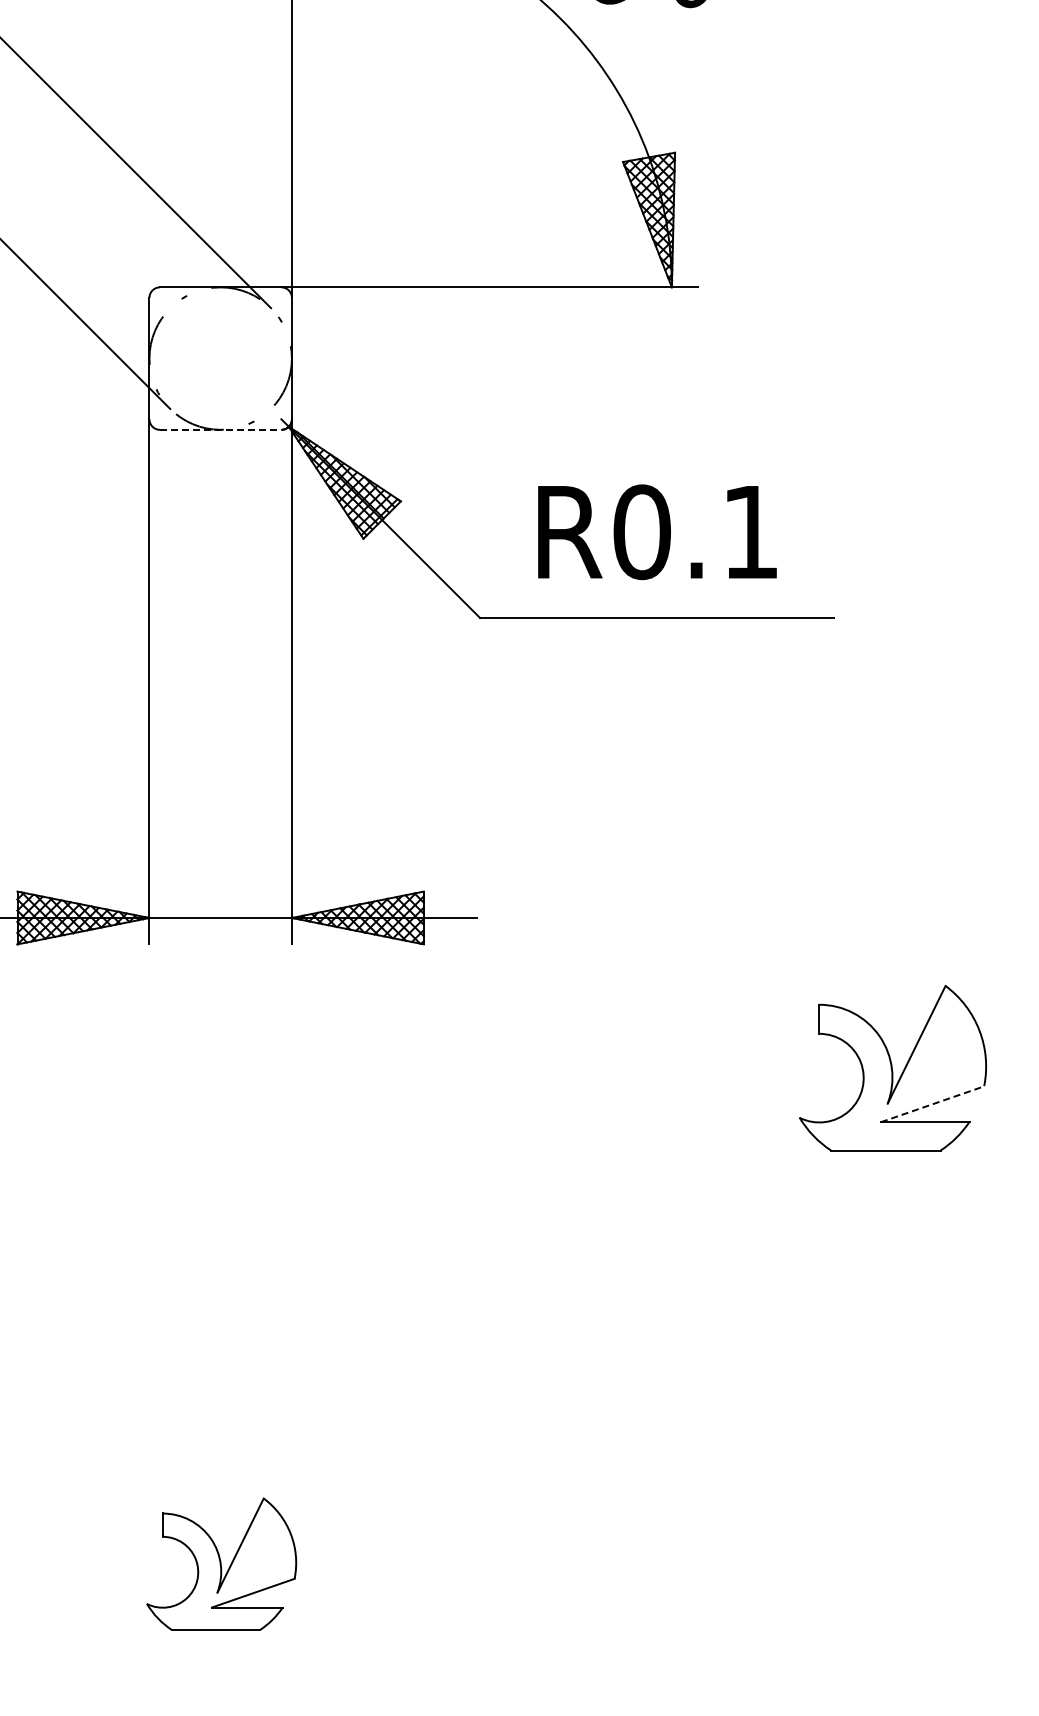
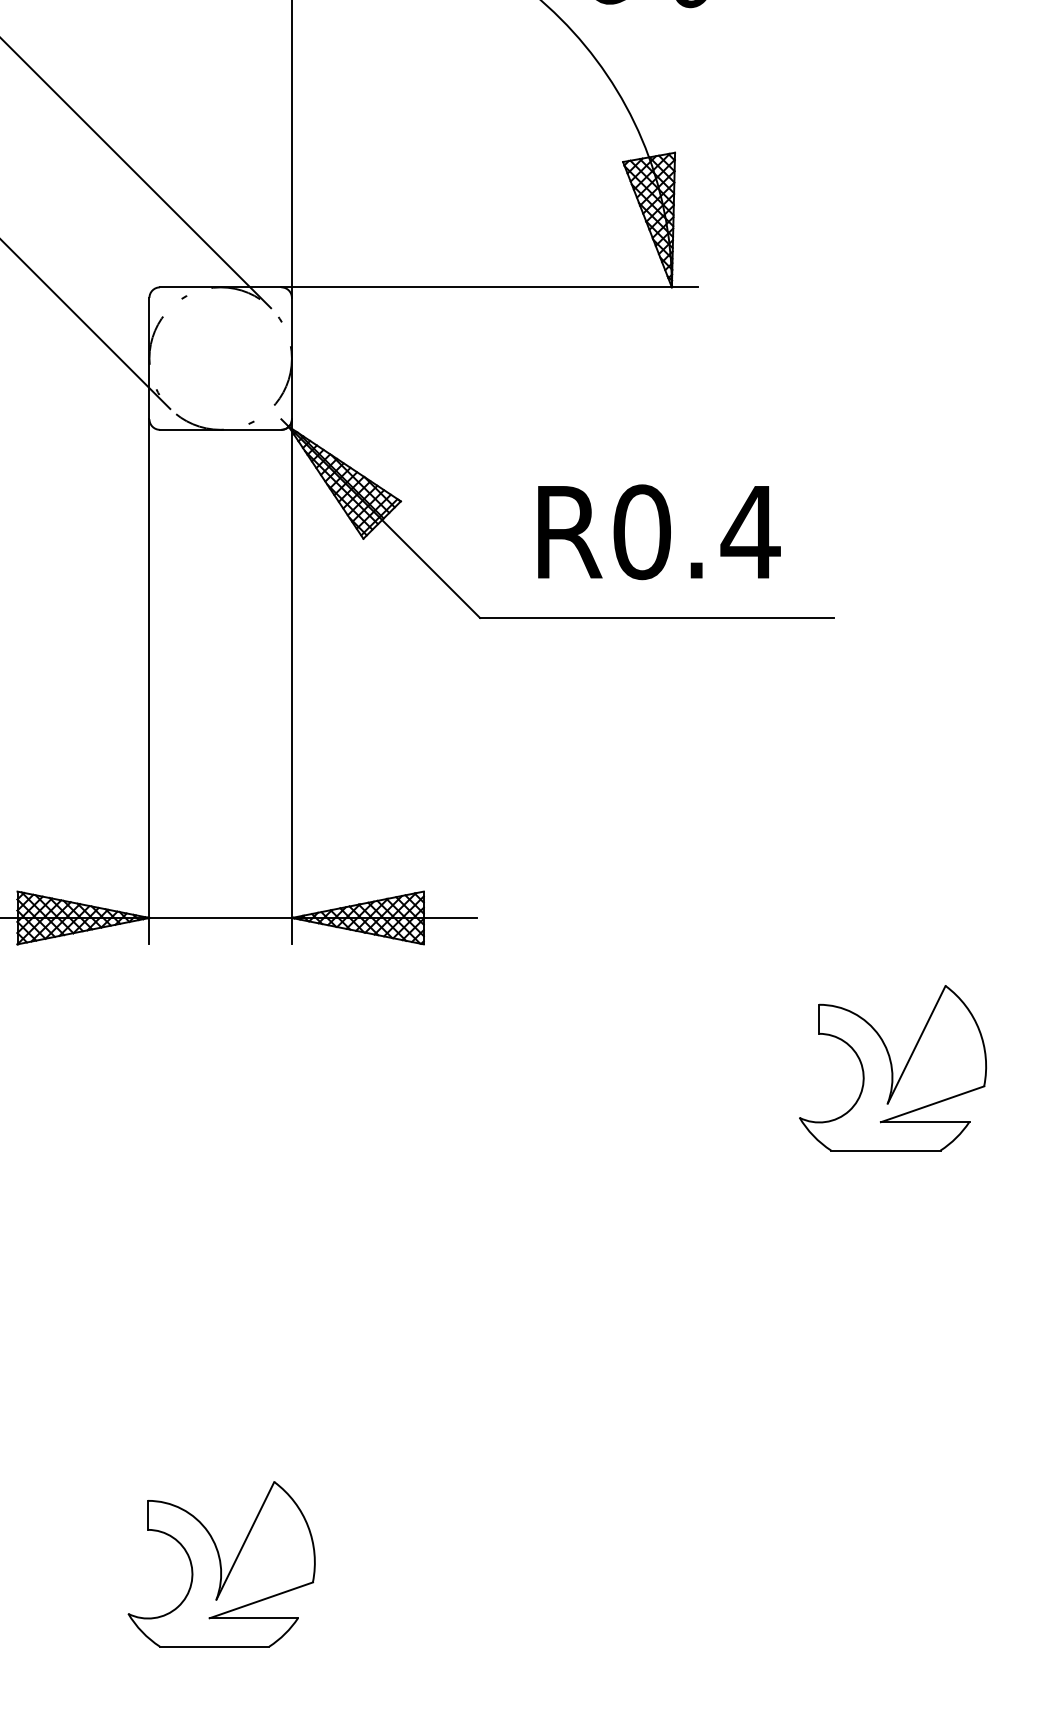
line at (220, 429): dashed -> solid
text at (750, 532): R0.1 -> R0.4
line at (932, 1104): dashed -> solid
part at (221, 1563) size: 152x134 px -> 189x167 px
